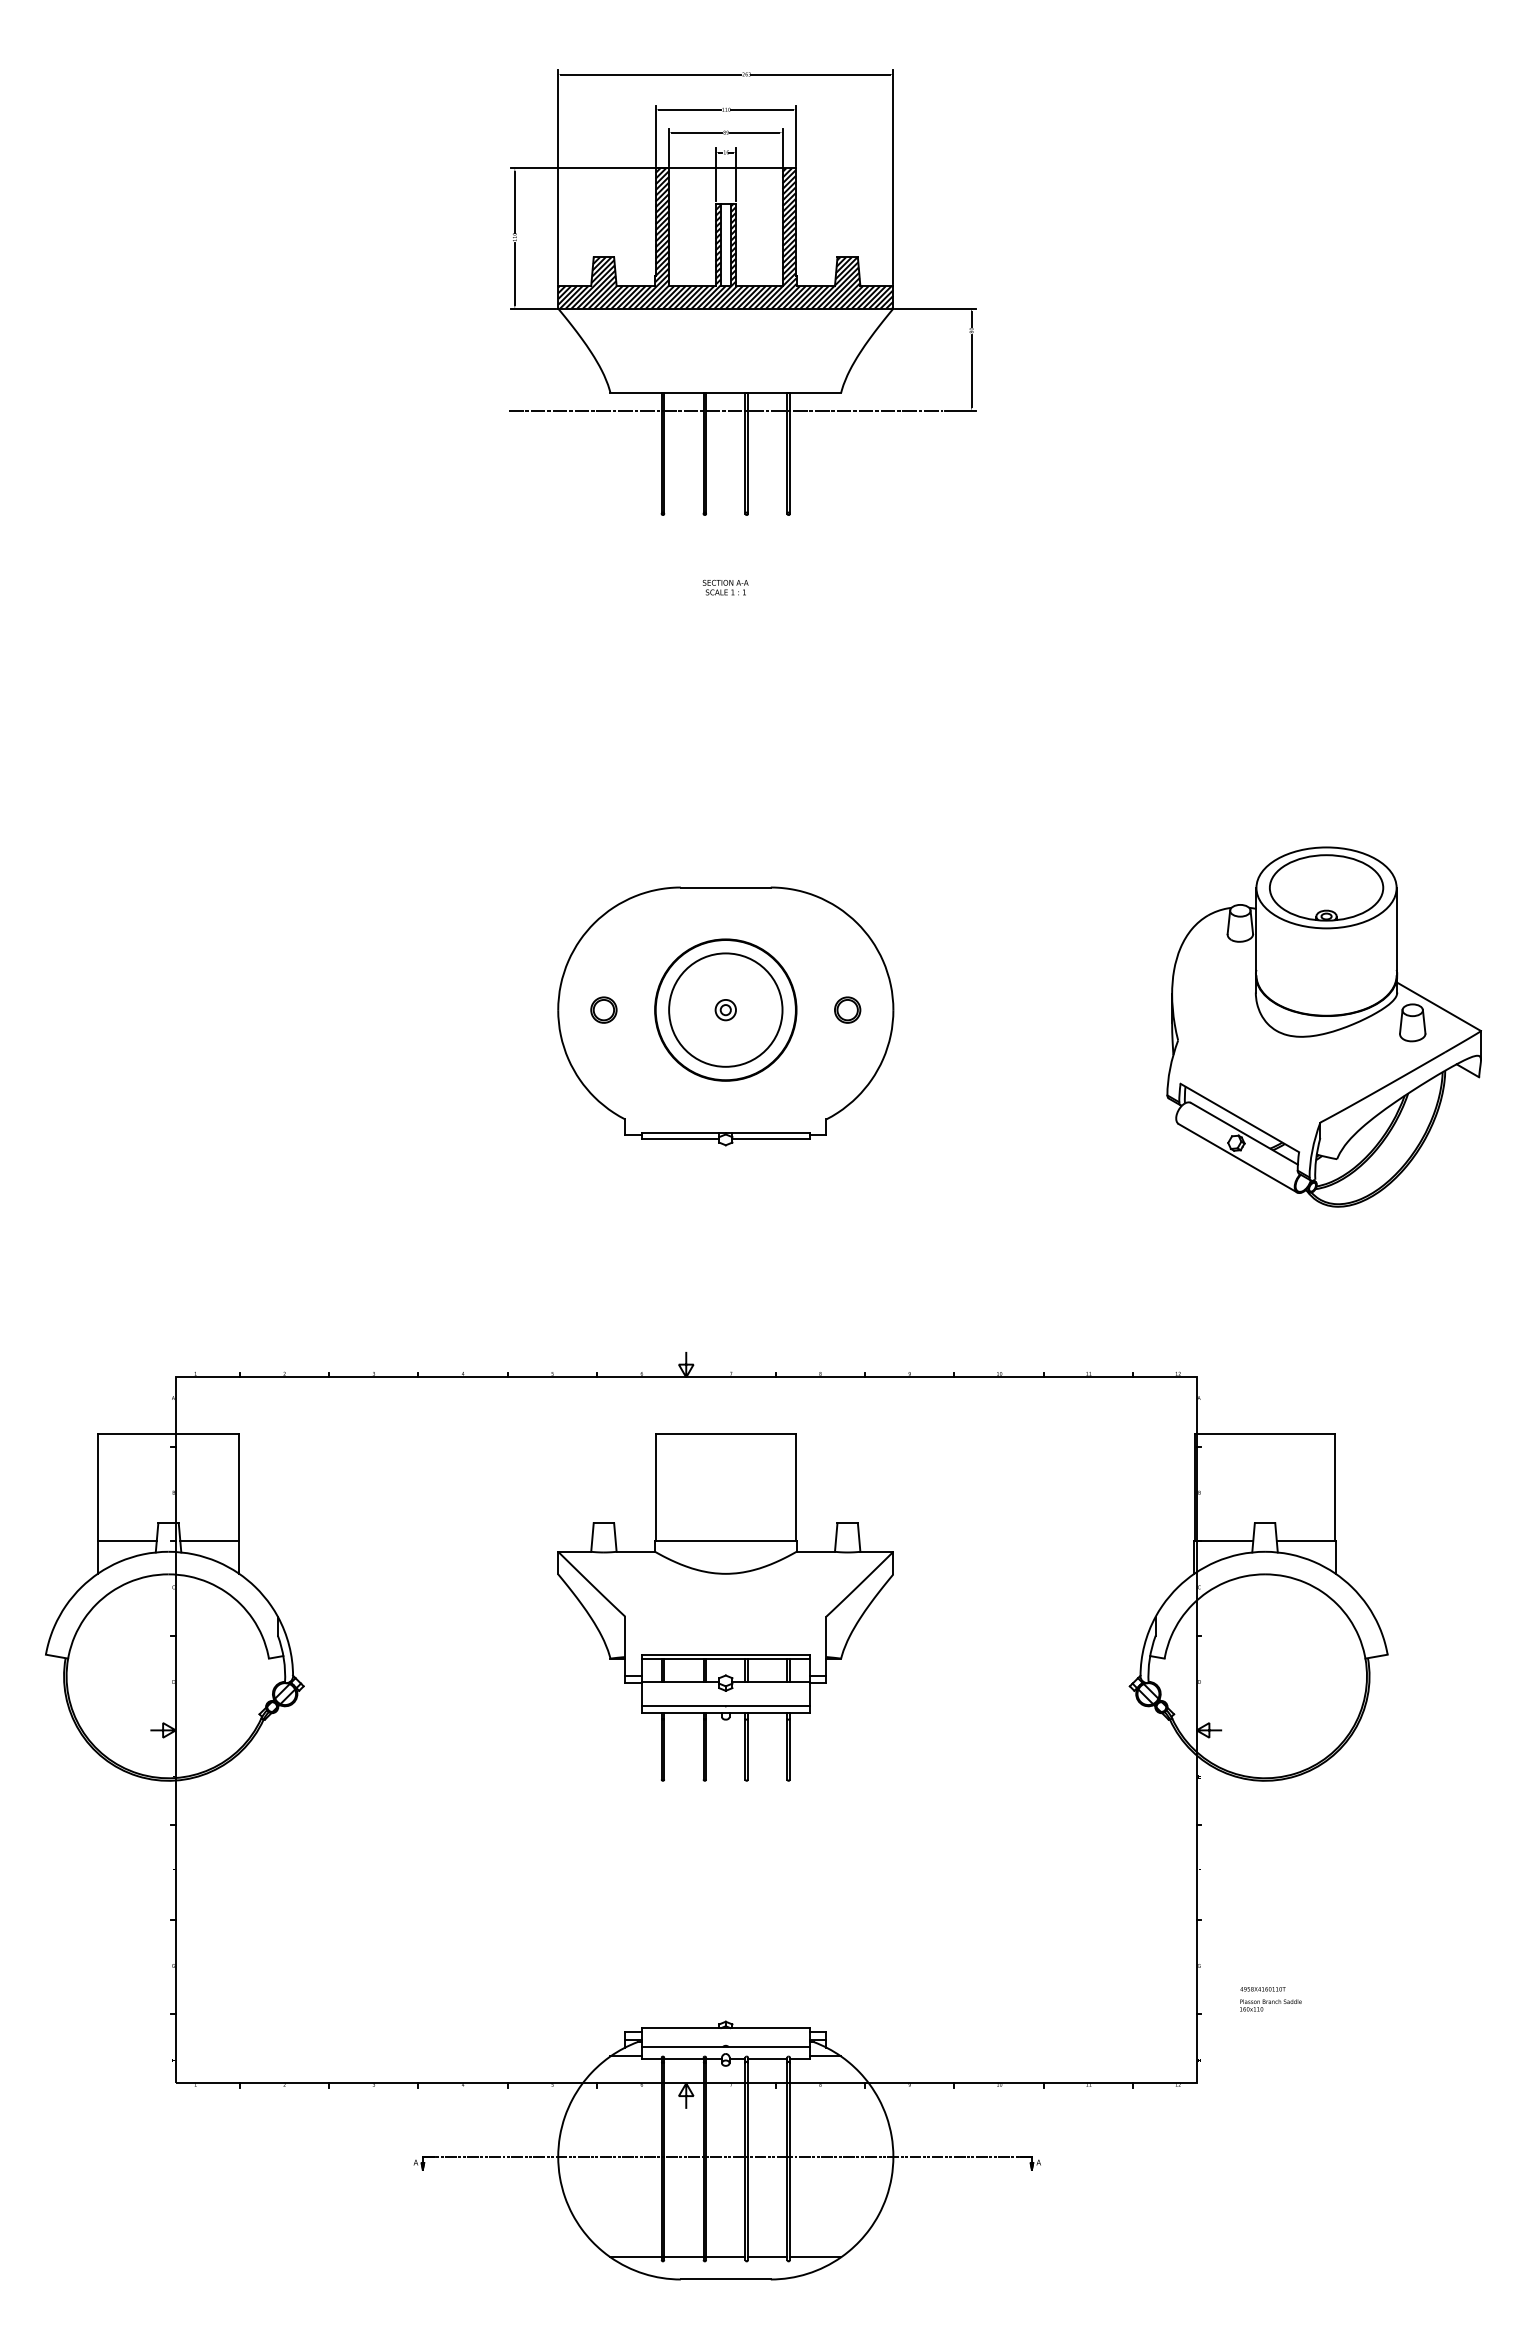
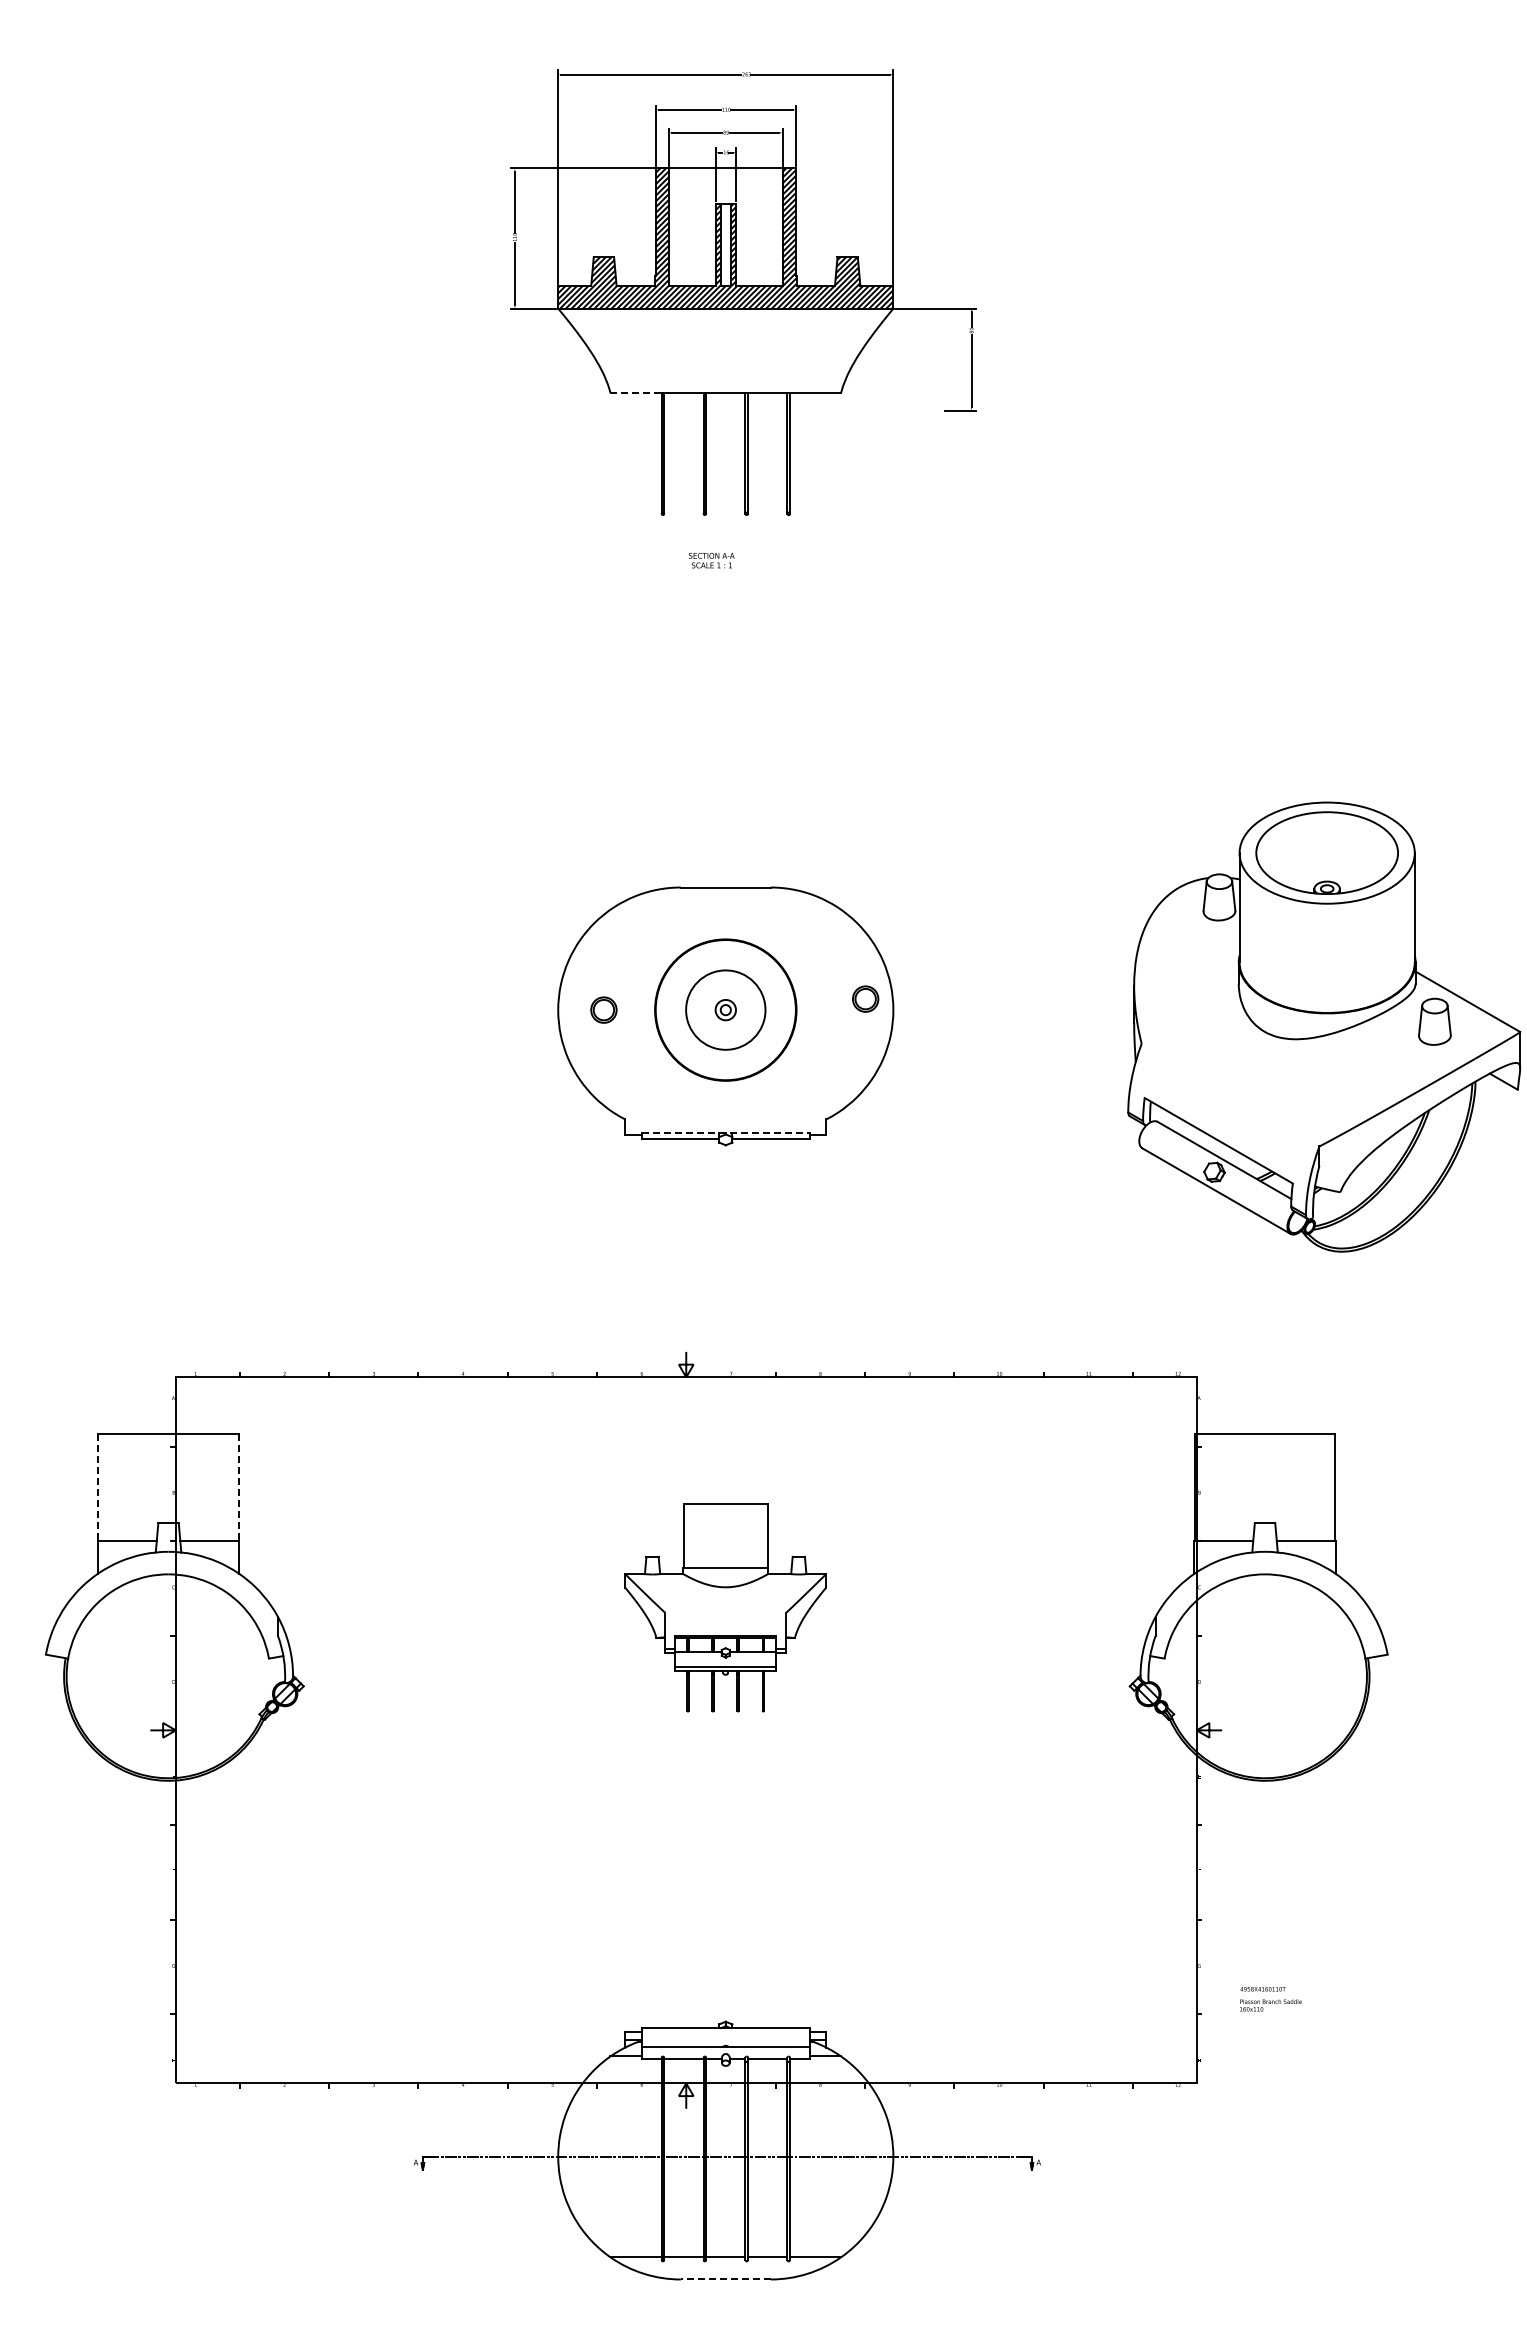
line at (637, 392): solid -> dashed
line at (725, 410): present -> none
text at (725, 587) position: (725, 587) -> (711, 560)
circle at (725, 1009) diameter: 113 px -> 79 px
part at (847, 1009) position: (847, 1009) -> (865, 998)
part at (1323, 1026) size: 316x362 px -> 395x452 px
line at (725, 1132): solid -> dashed
line at (98, 1487): solid -> dashed
line at (238, 1487): solid -> dashed
part at (725, 1607) size: 337x349 px -> 203x210 px
line at (725, 2279): solid -> dashed
